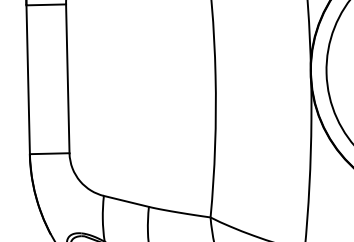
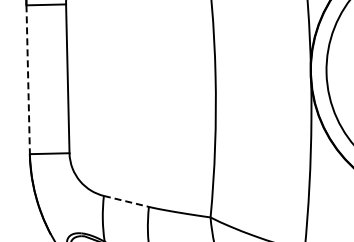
line at (28, 80): solid -> dashed
line at (126, 201): solid -> dashed
